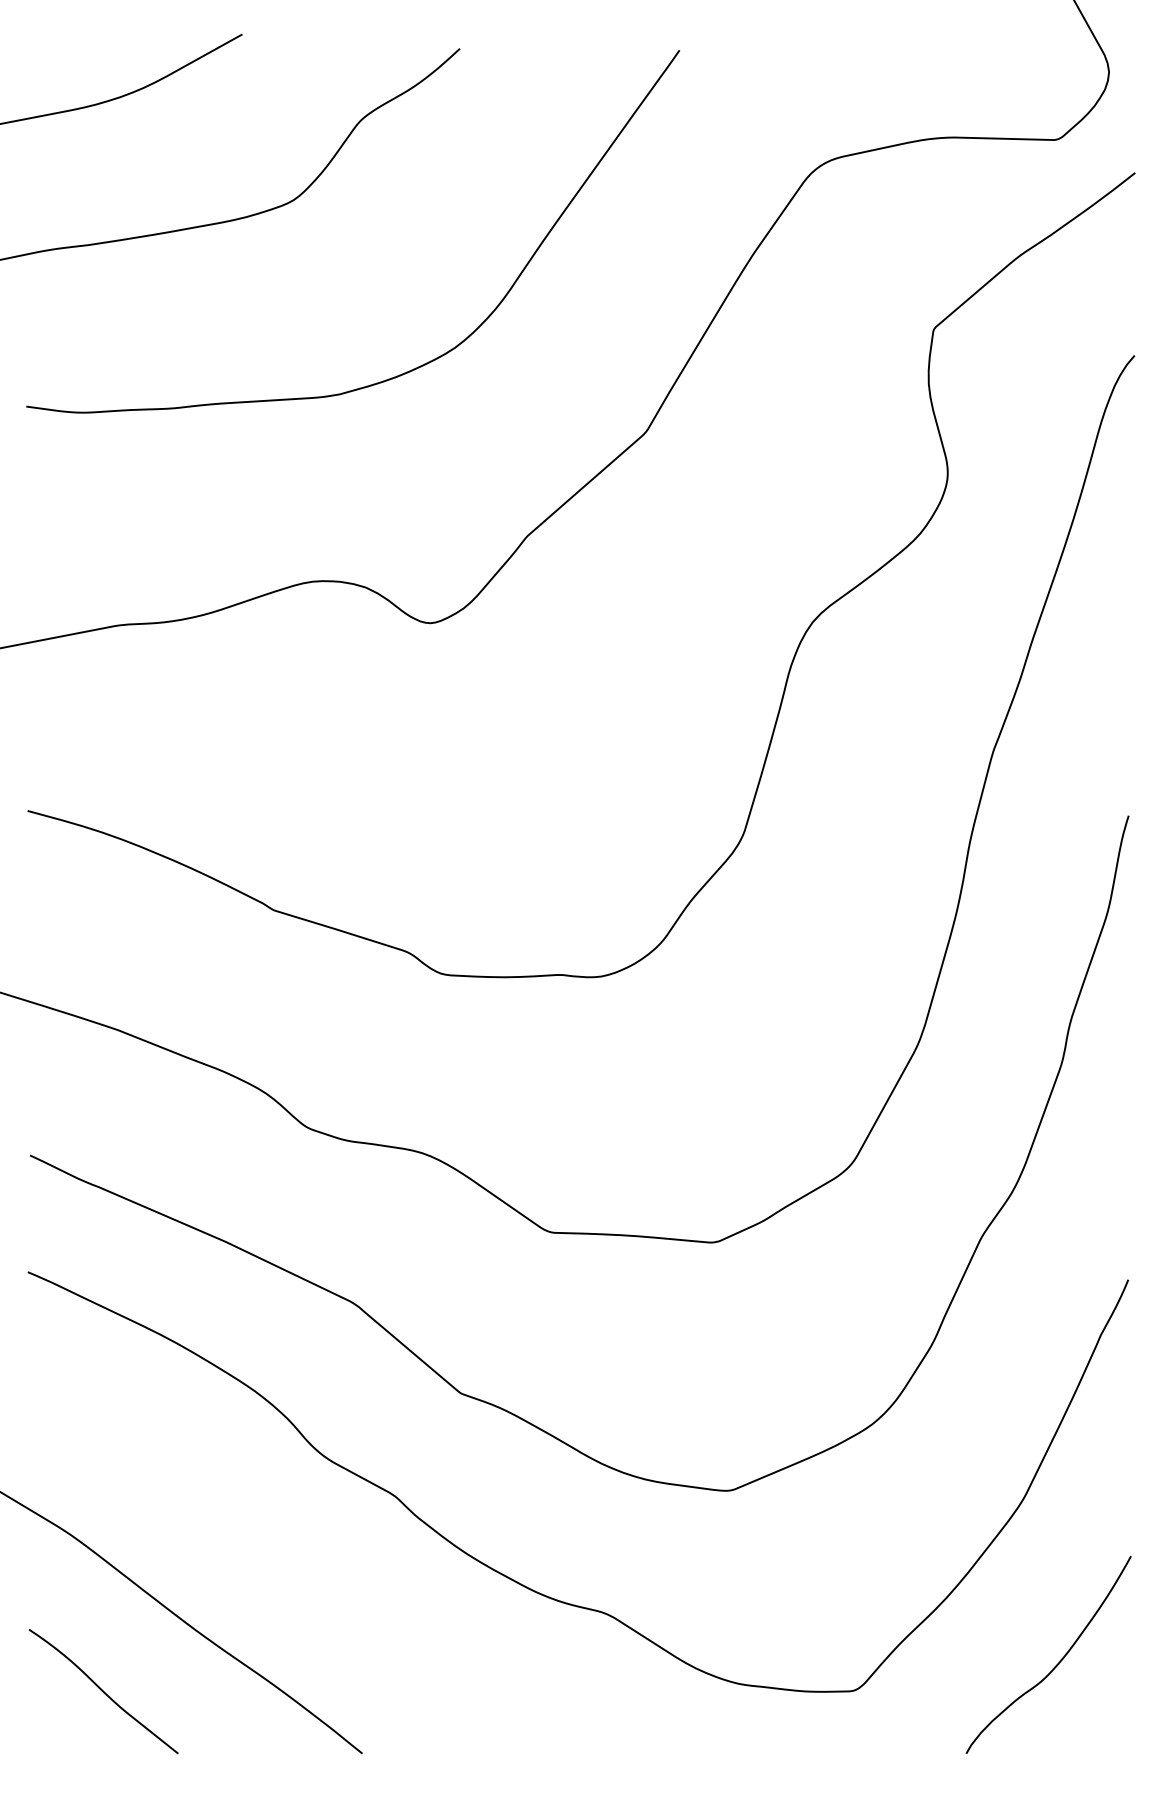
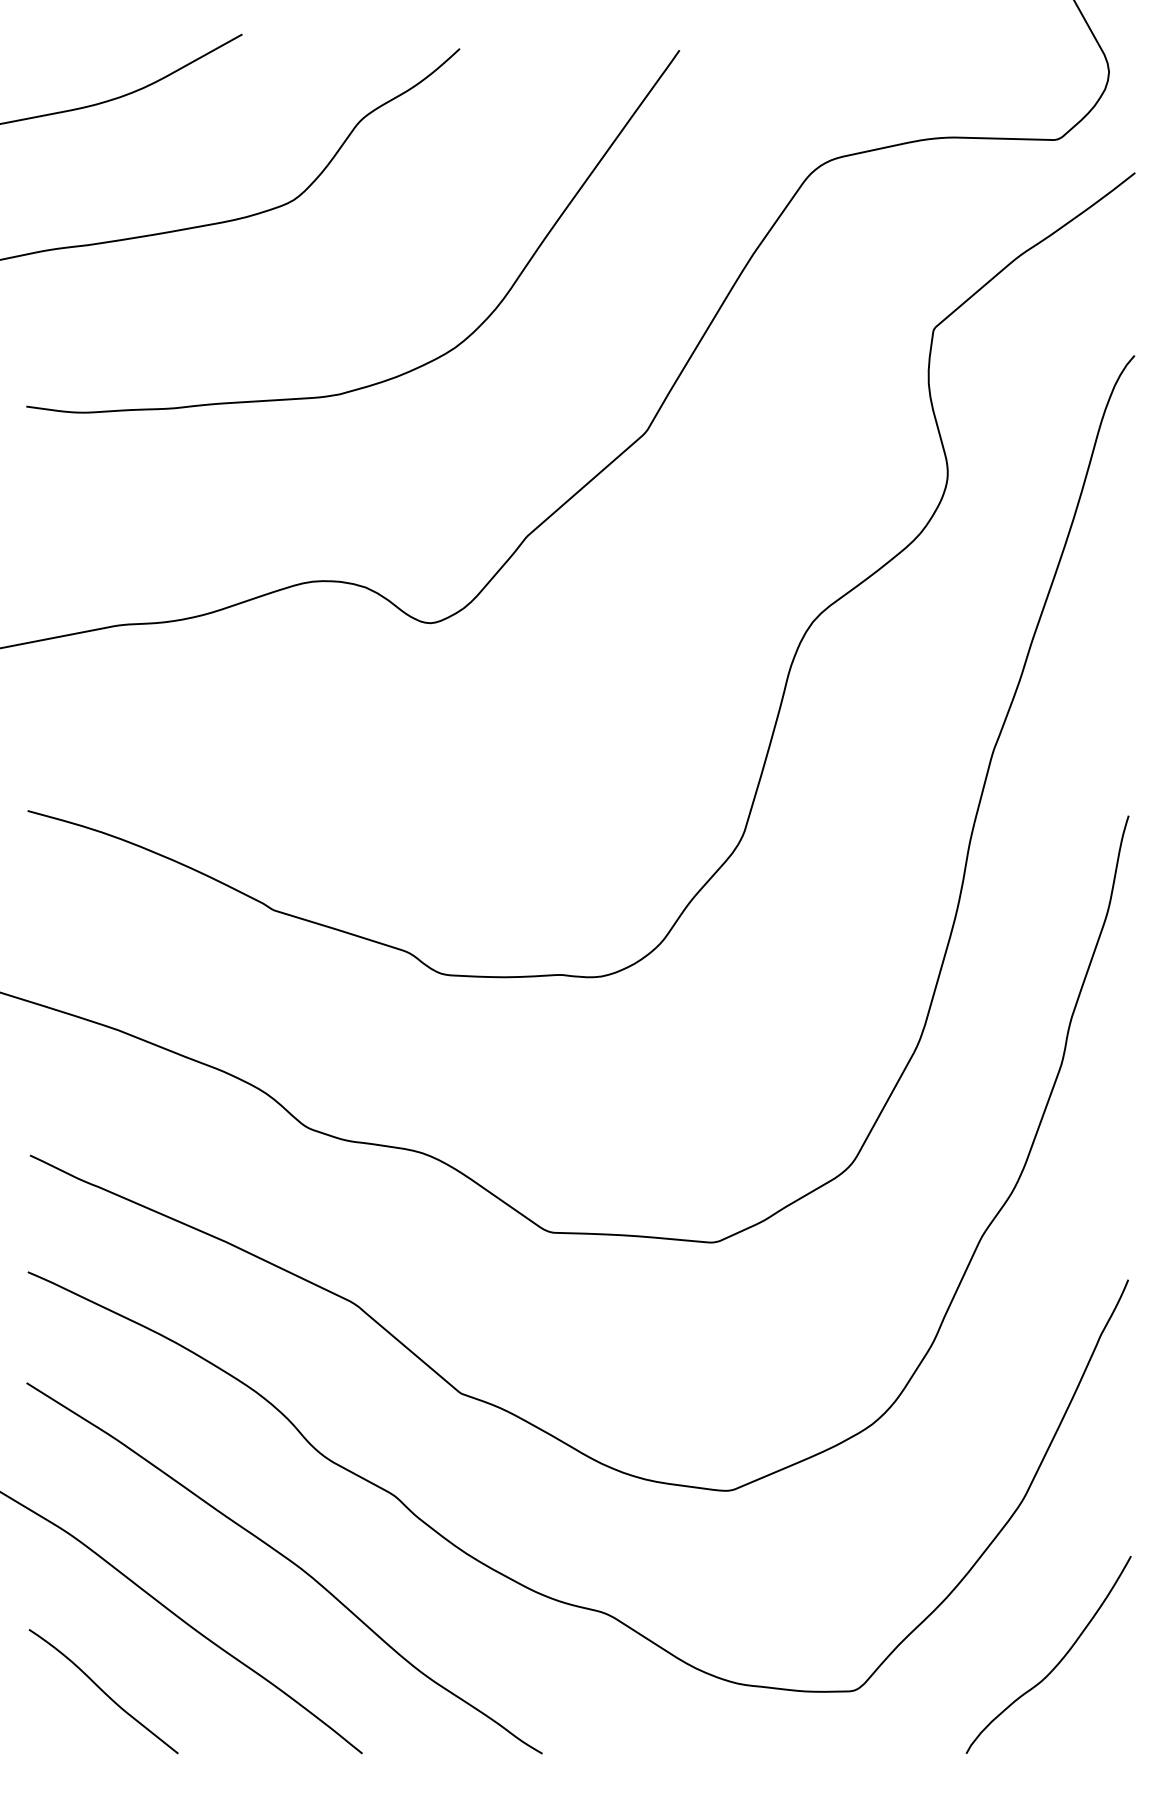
curve at (290, 1562): none -> present
